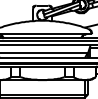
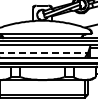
line at (44, 53): solid -> dashed
